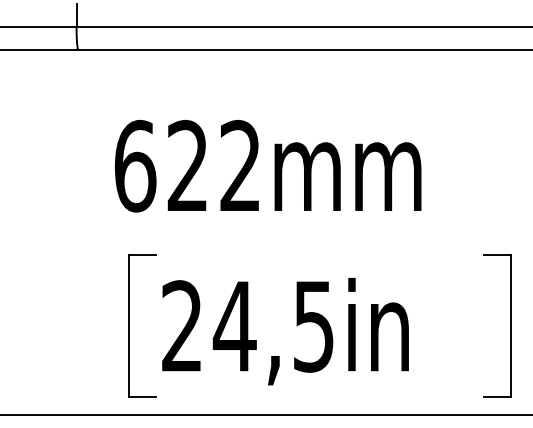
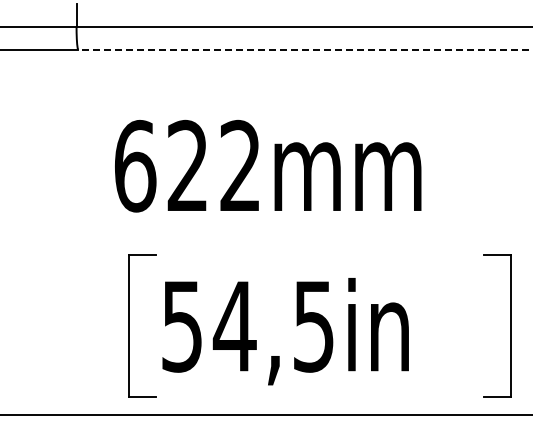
line at (305, 49): solid -> dashed
text at (181, 326): 24,5in -> 54,5in
